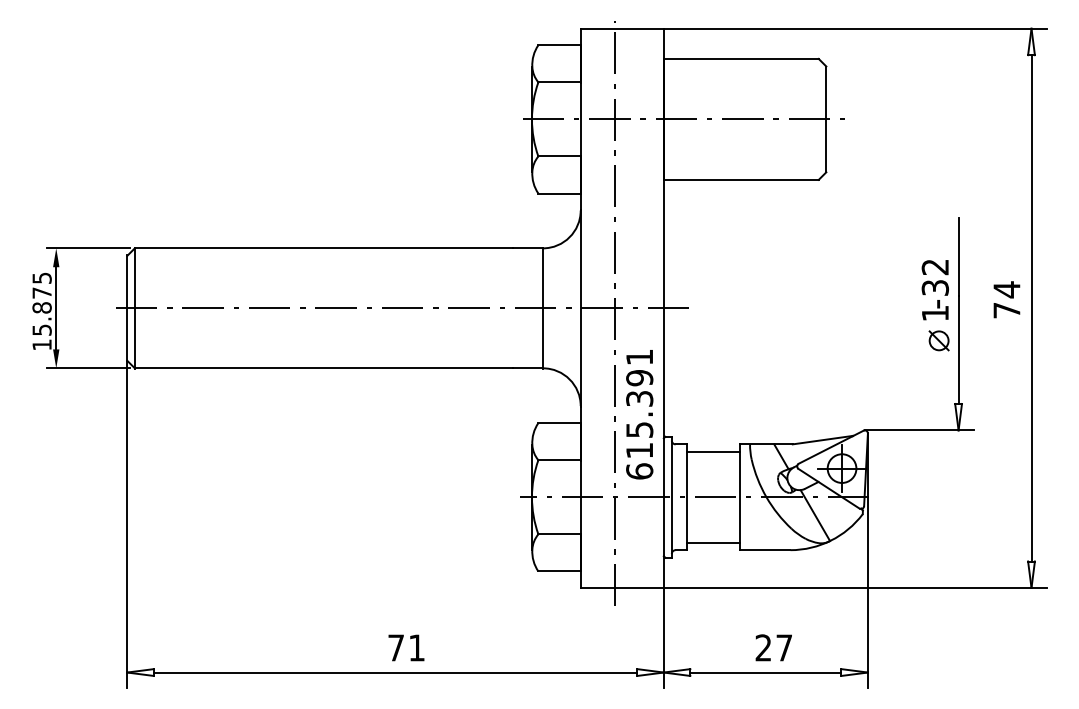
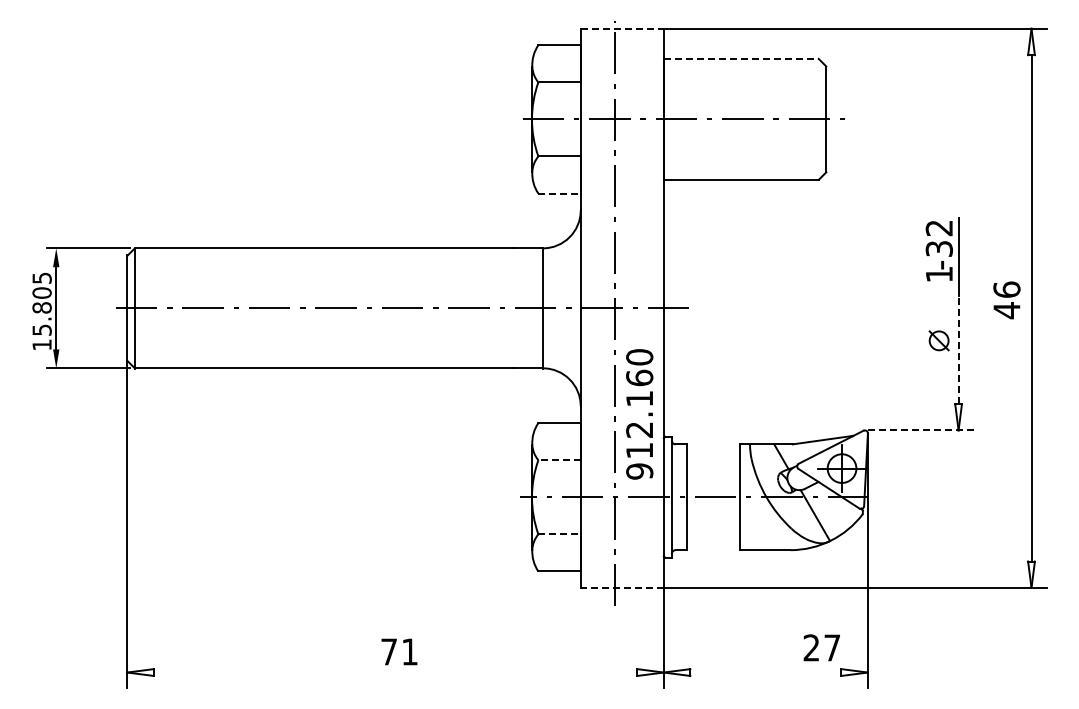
line at (622, 28): solid -> dashed
line at (741, 58): solid -> dashed
line at (560, 193): solid -> dashed
text at (934, 290) position: (934, 290) -> (938, 251)
text at (41, 292): 15.875 -> 15.805
text at (1006, 300): 74 -> 46
line at (958, 350): solid -> dashed
text at (639, 414): 615.391 -> 912.160
line at (918, 430): solid -> dashed
line at (712, 451): present -> none
line at (559, 460): solid -> dashed
line at (560, 534): solid -> dashed
line at (712, 542): present -> none
line at (622, 587): solid -> dashed
text at (406, 647) position: (406, 647) -> (399, 651)
text at (773, 647) position: (773, 647) -> (821, 647)
line at (395, 672): present -> none
line at (765, 672): present -> none
